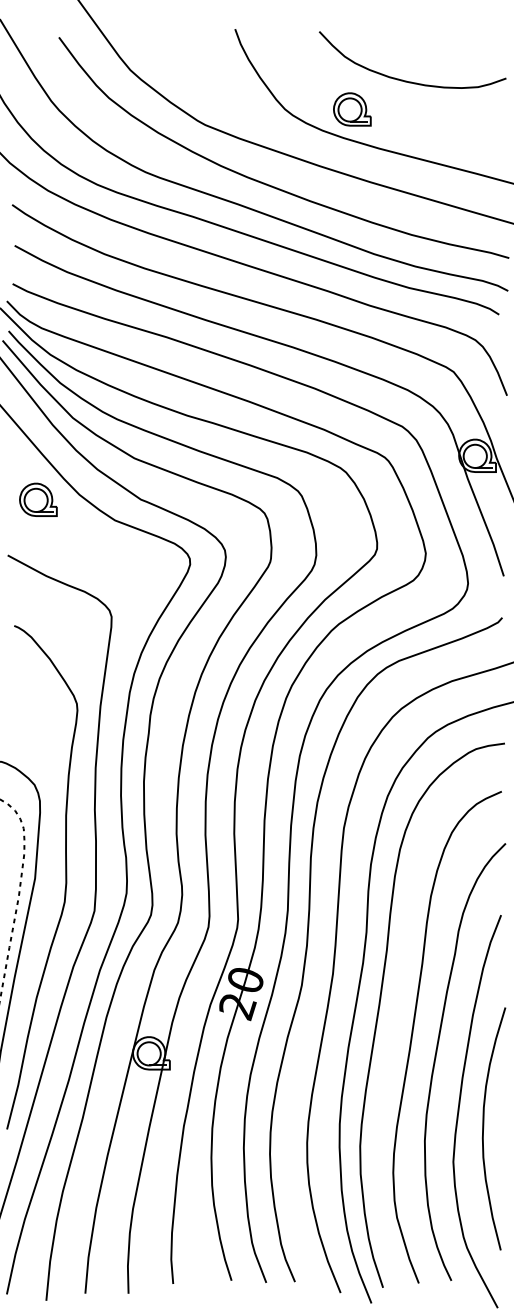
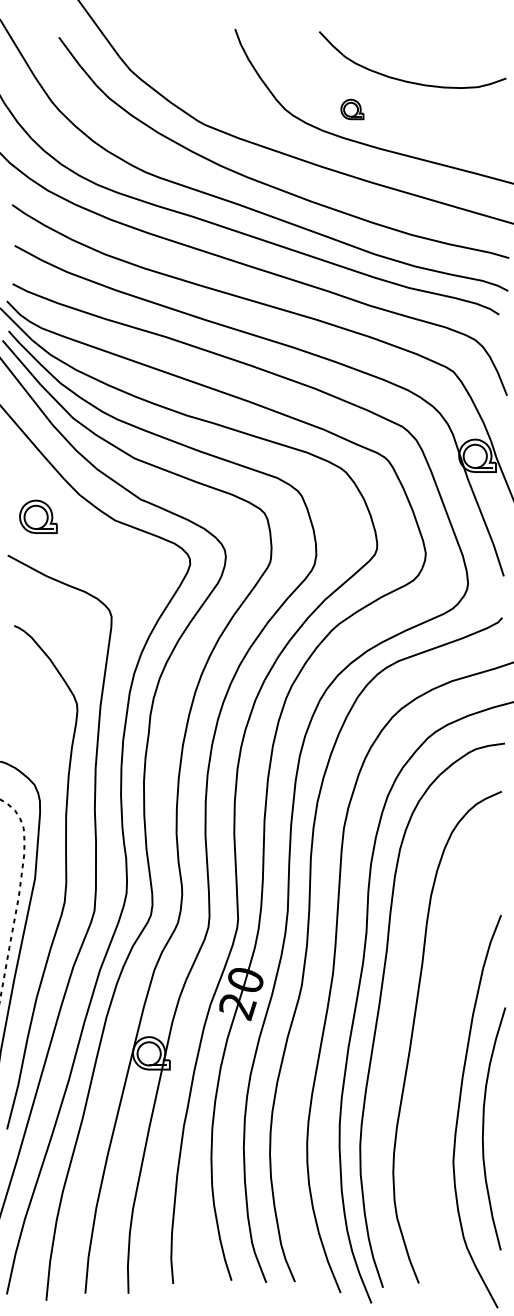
part at (352, 109) size: 39x35 px -> 25x23 px
part at (38, 499) position: (38, 499) -> (38, 516)
curve at (436, 1058): present -> none
